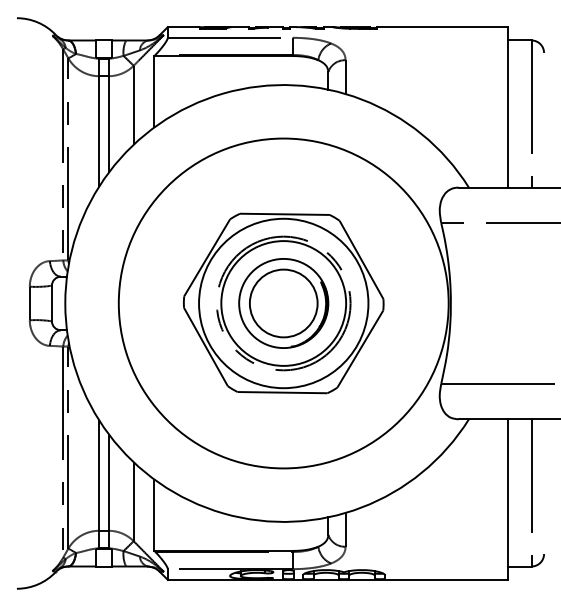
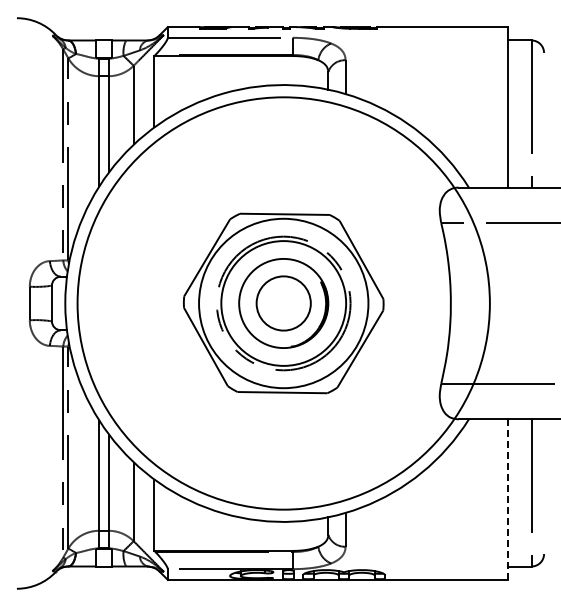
circle at (283, 303) diameter: 330 px -> 412 px
circle at (283, 303) diameter: 68 px -> 54 px
line at (508, 499): solid -> dashed
